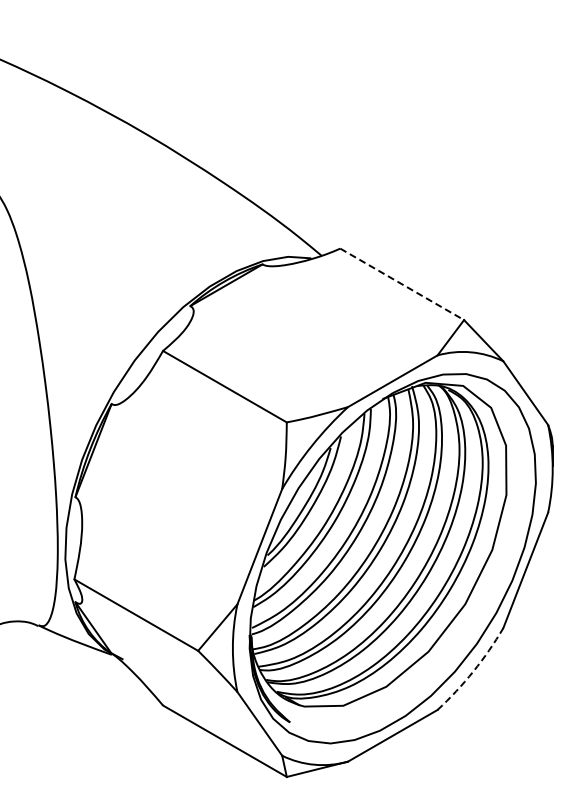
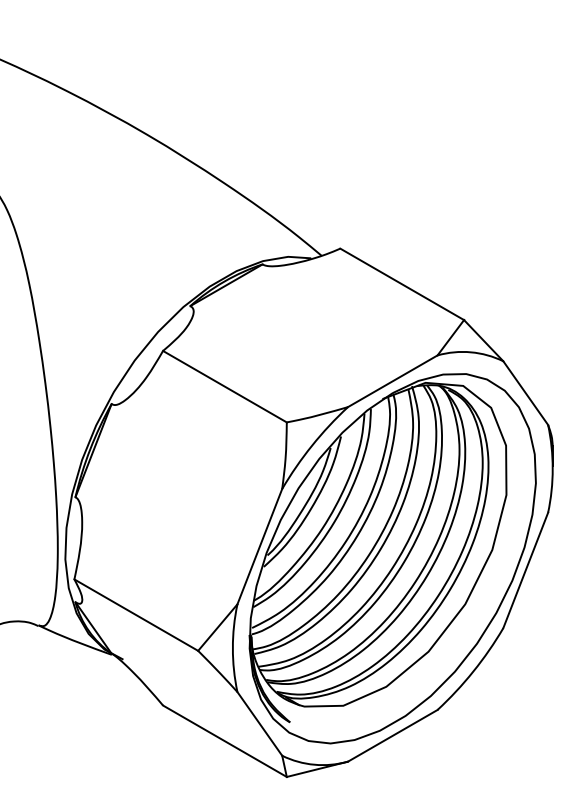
line at (402, 284): dashed -> solid
arc at (473, 671): dashed -> solid
